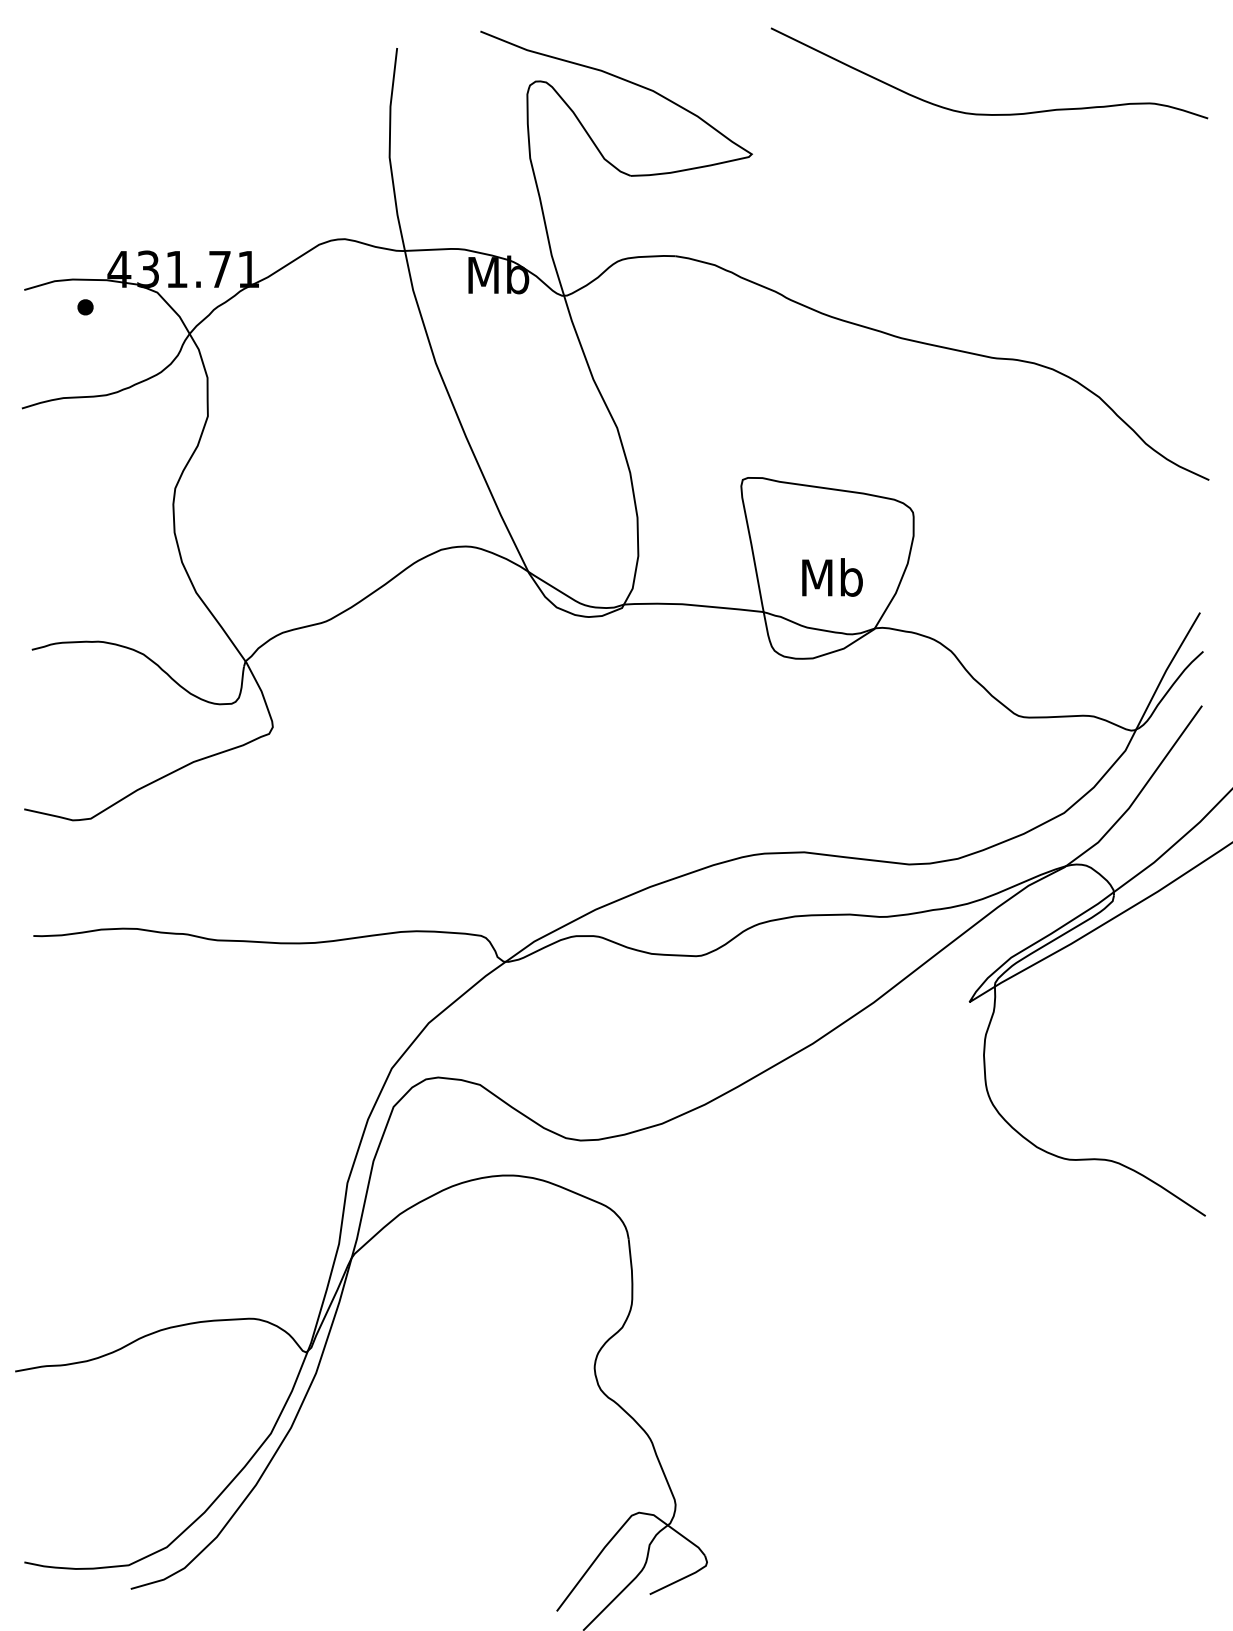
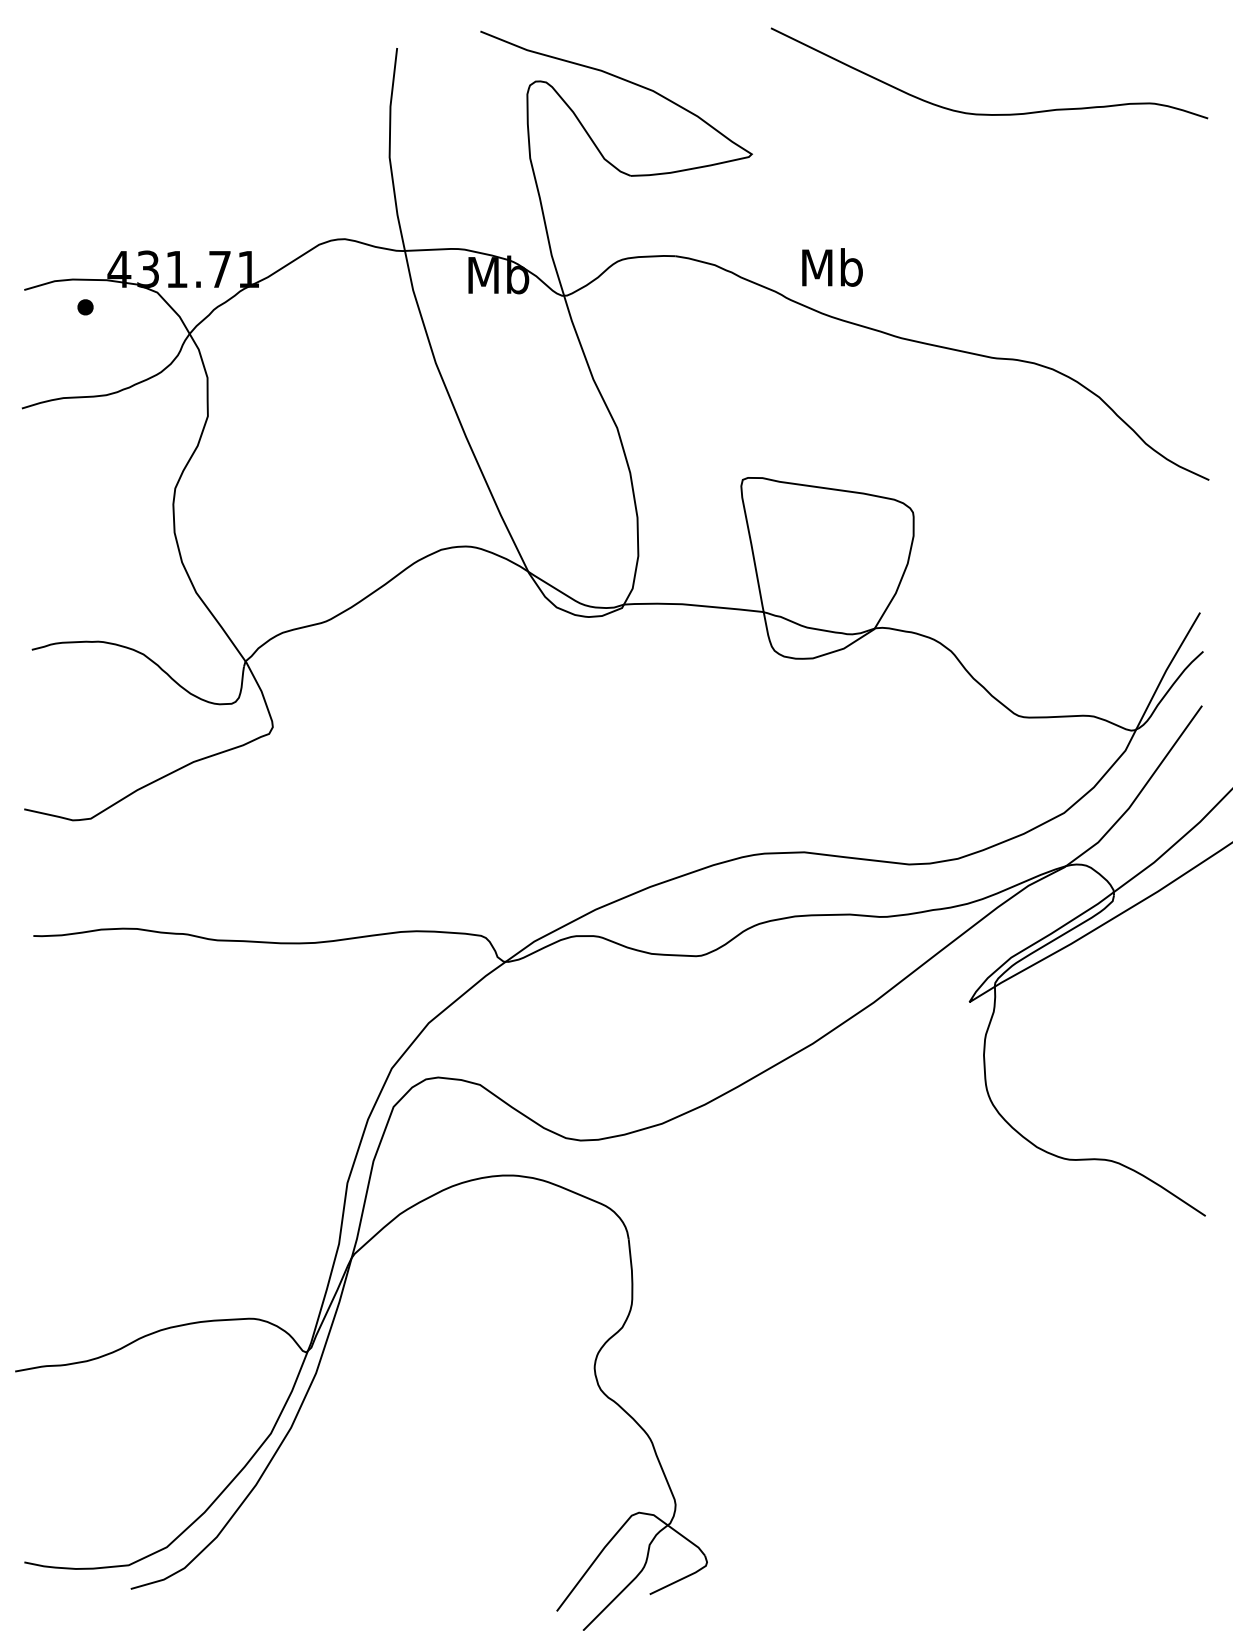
text at (832, 577) position: (832, 577) -> (832, 267)
